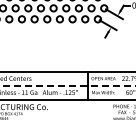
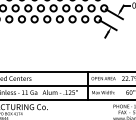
line at (68, 85): dashed -> solid
